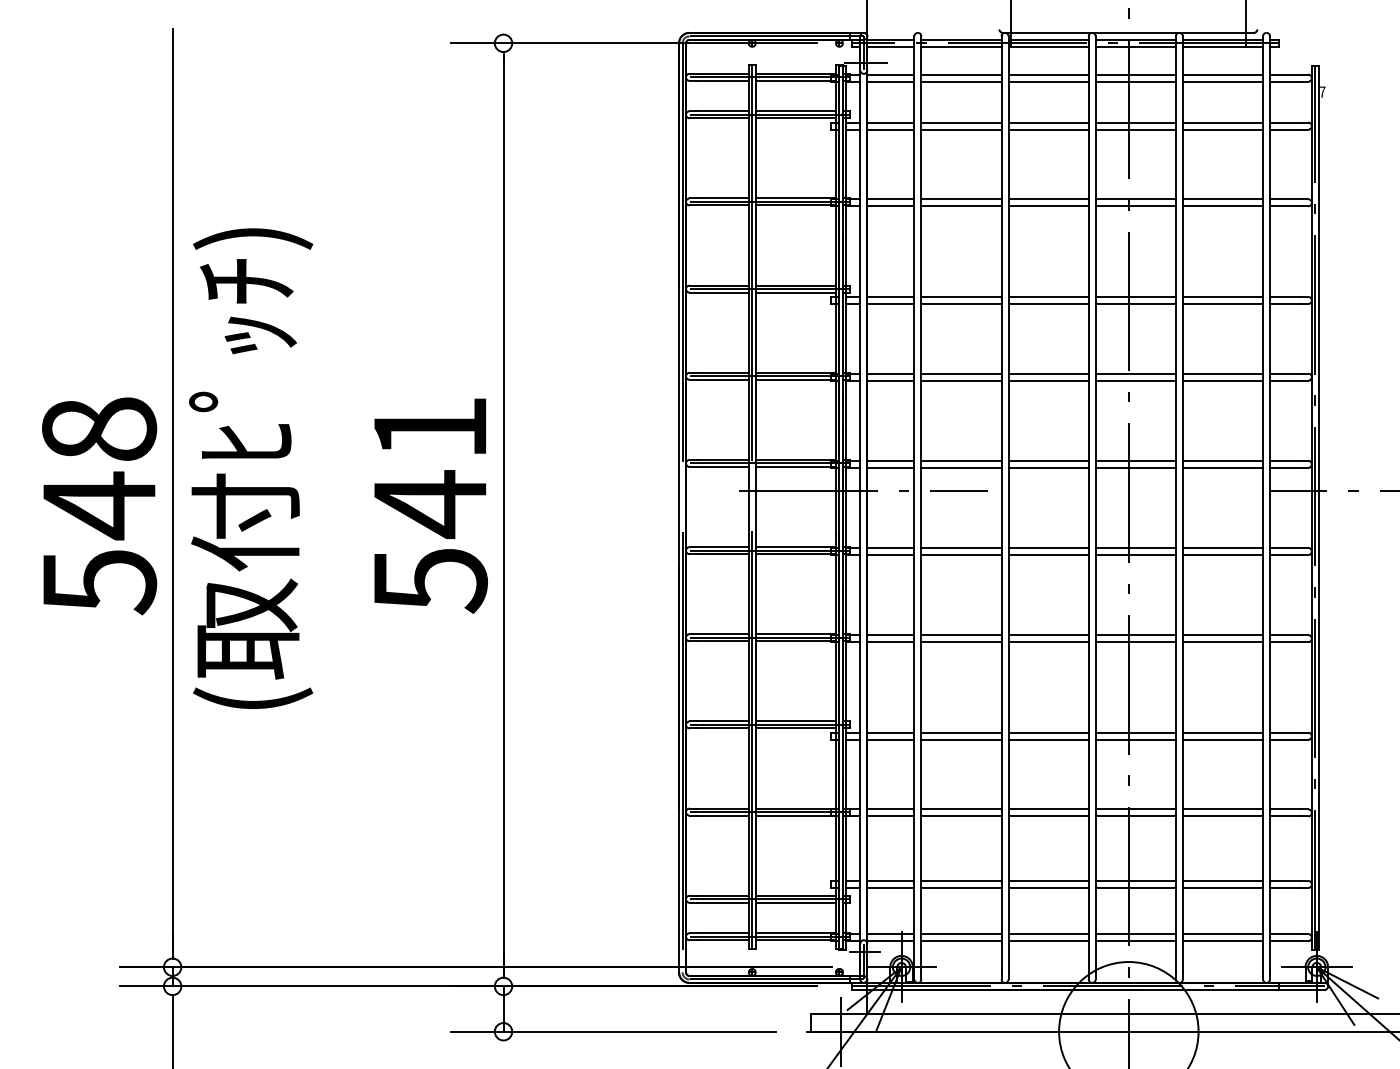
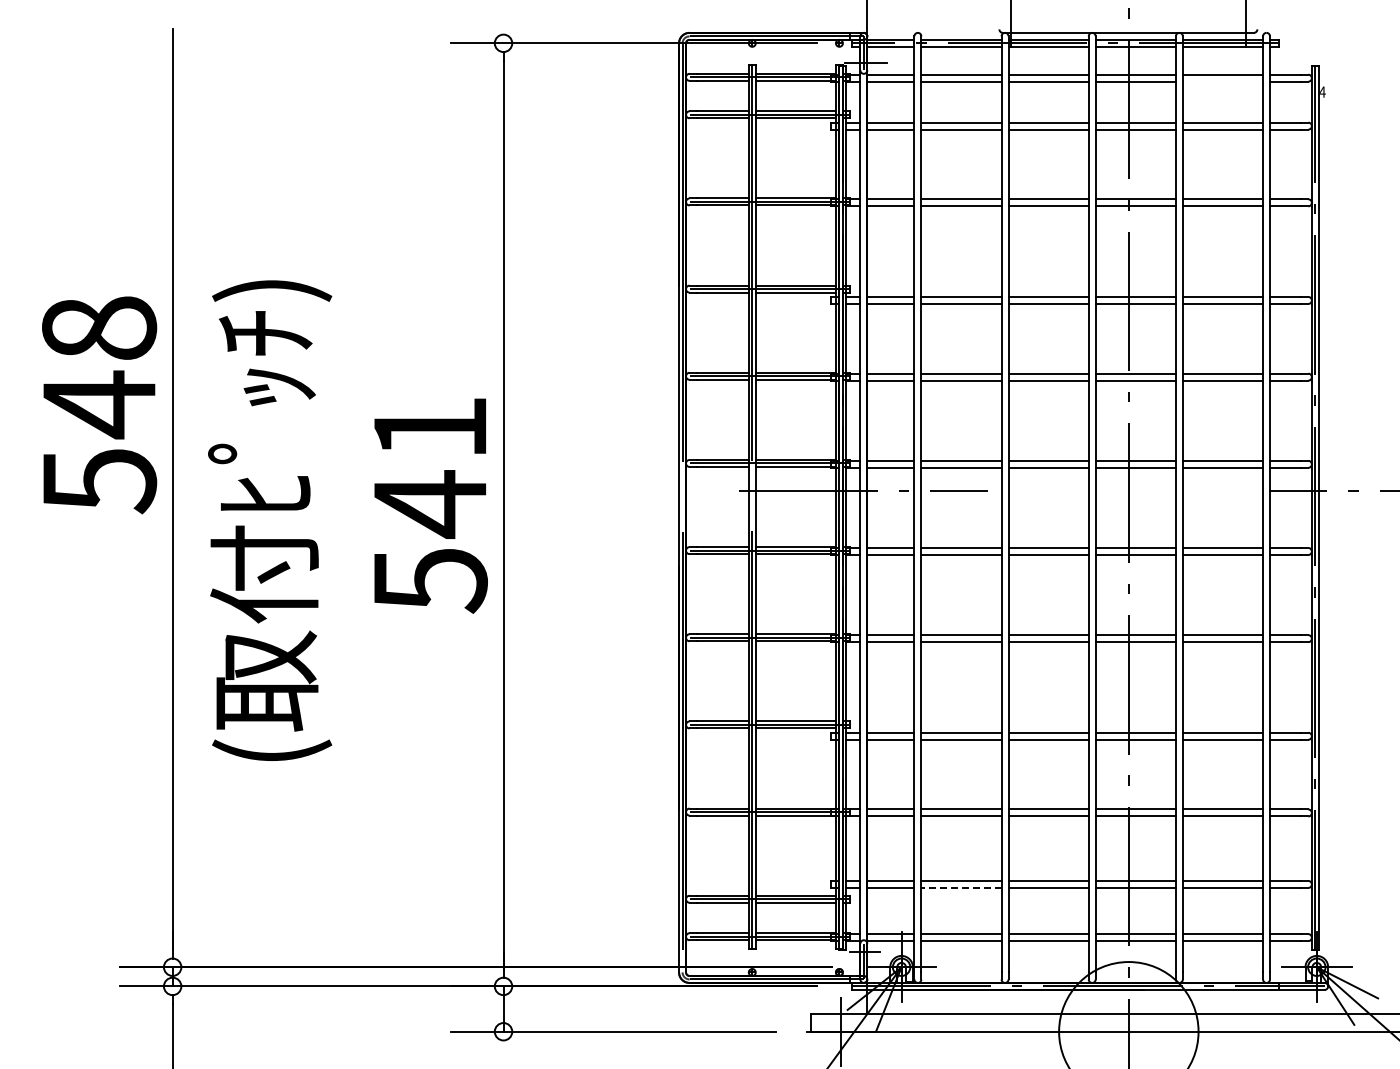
line at (1222, 81): present -> none
text at (1322, 91): 7 -> 4
text at (251, 468) position: (251, 468) -> (270, 520)
text at (99, 506) position: (99, 506) -> (99, 405)
line at (960, 887): solid -> dashed
